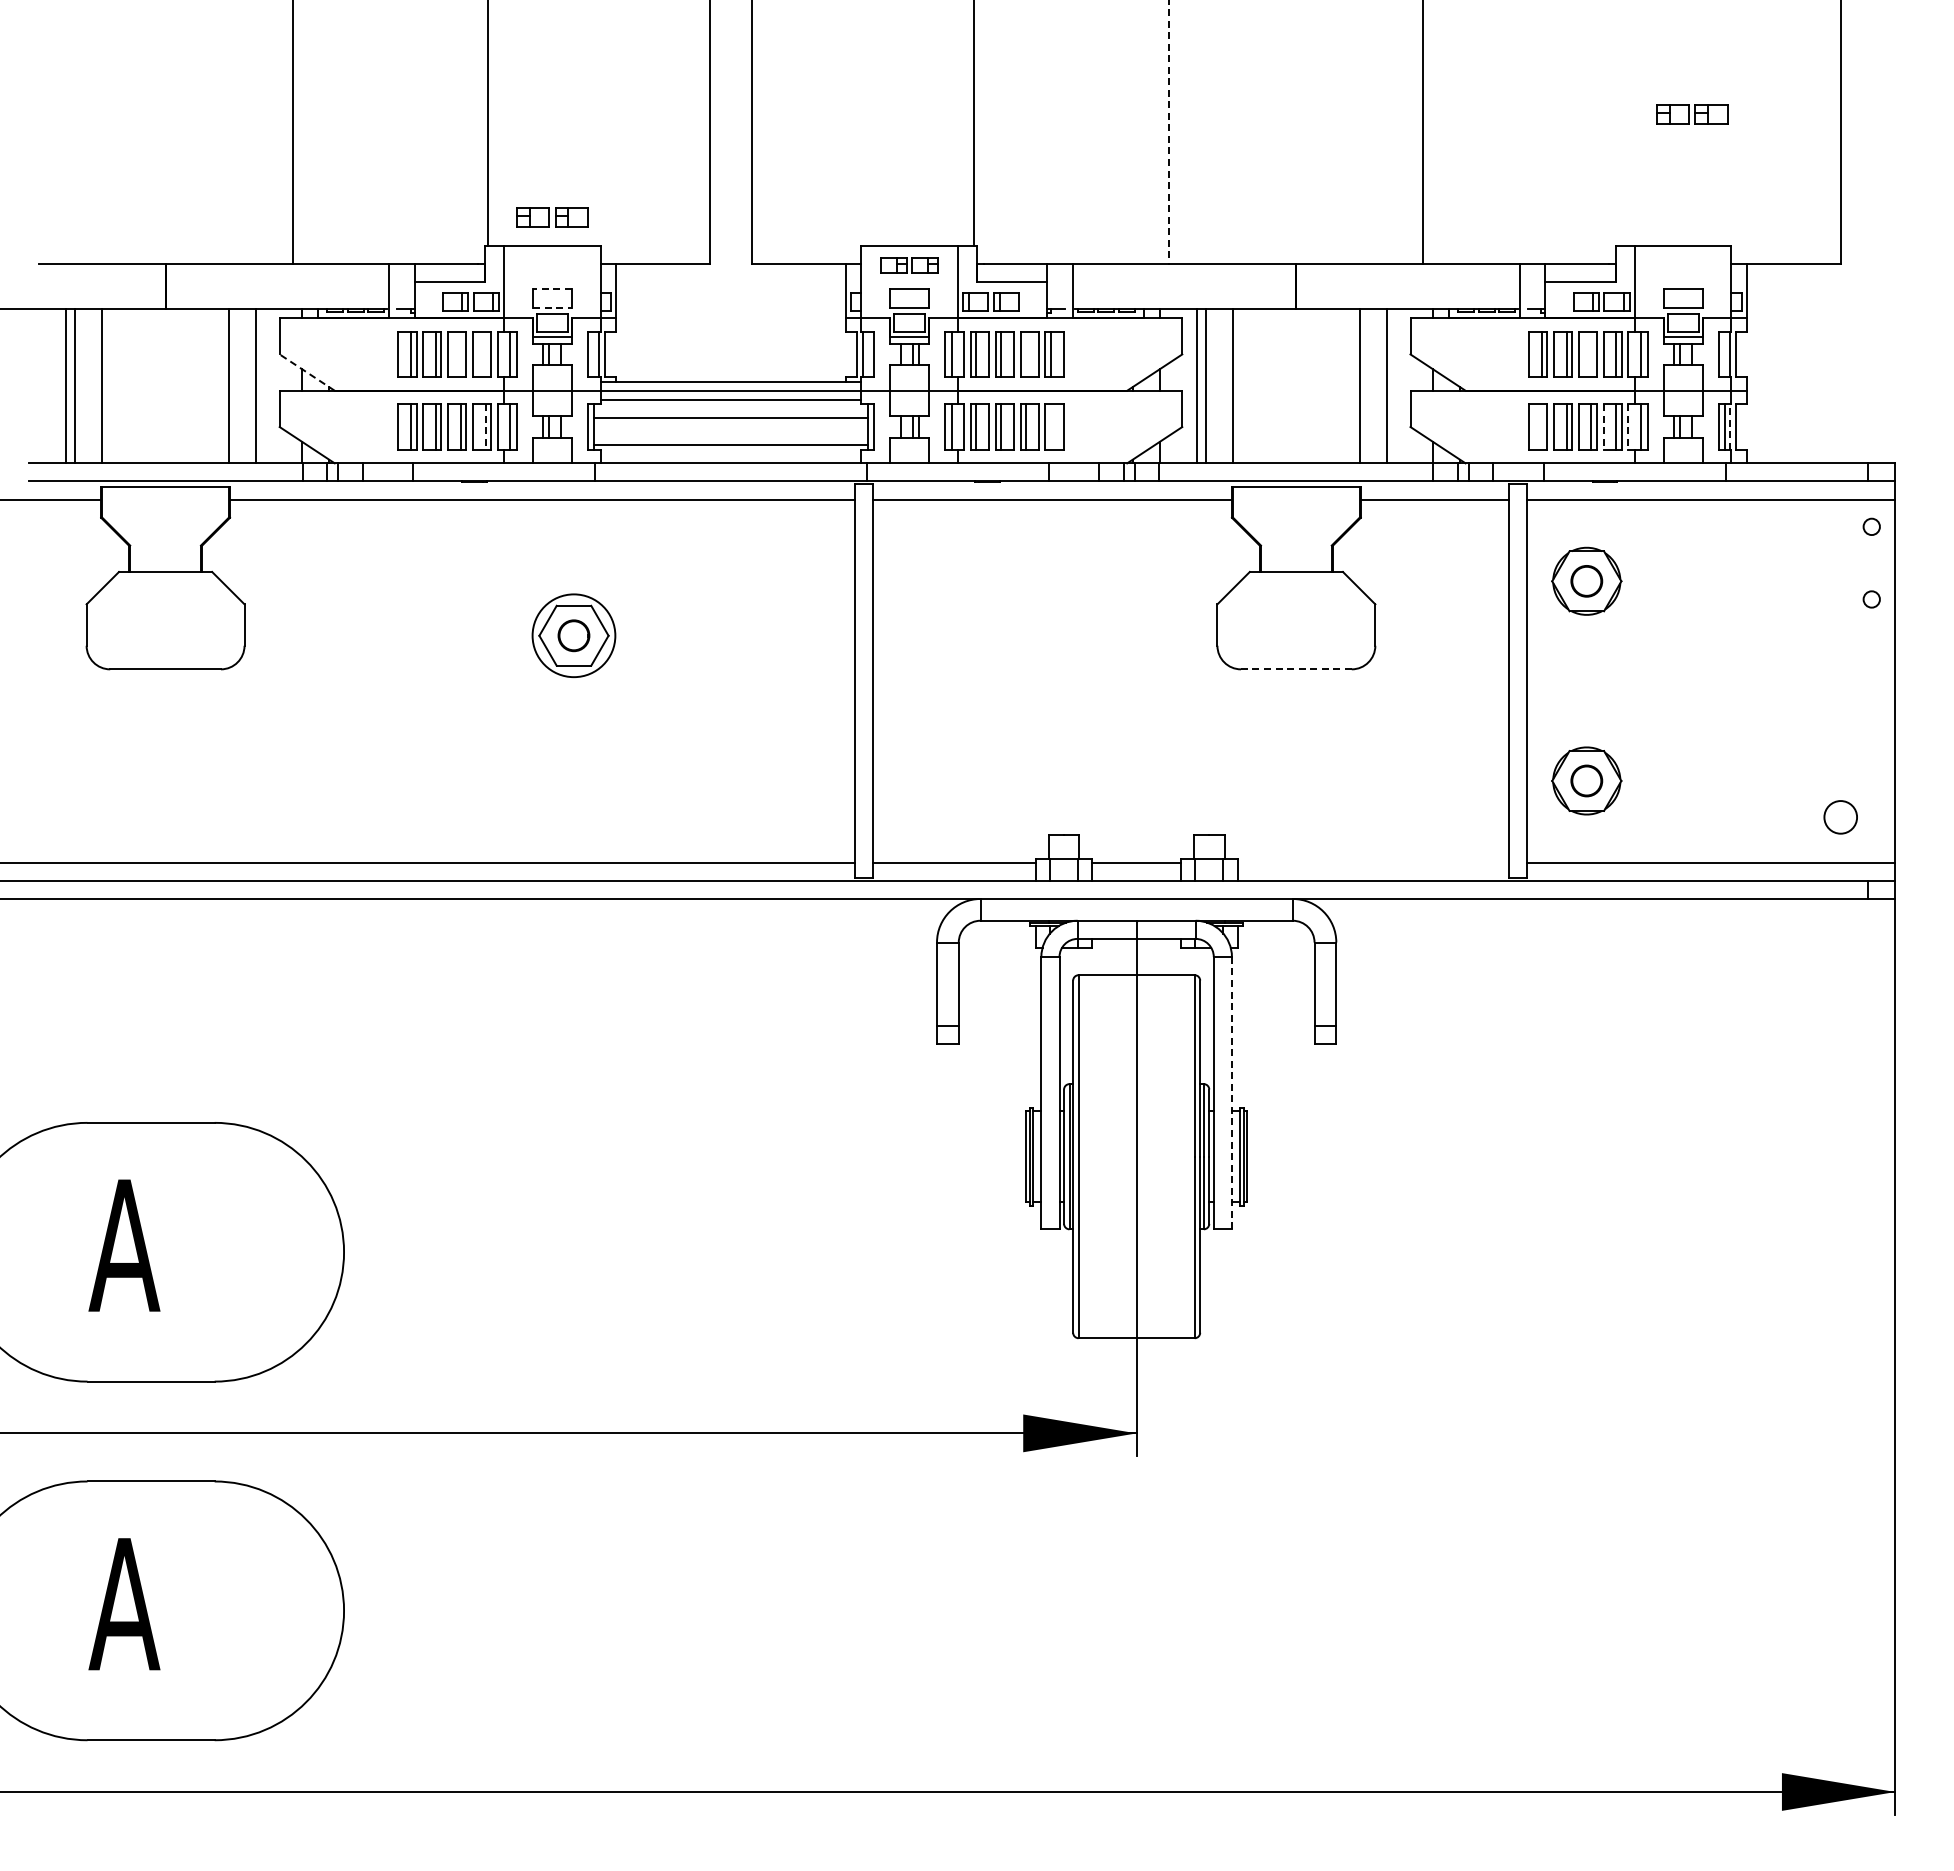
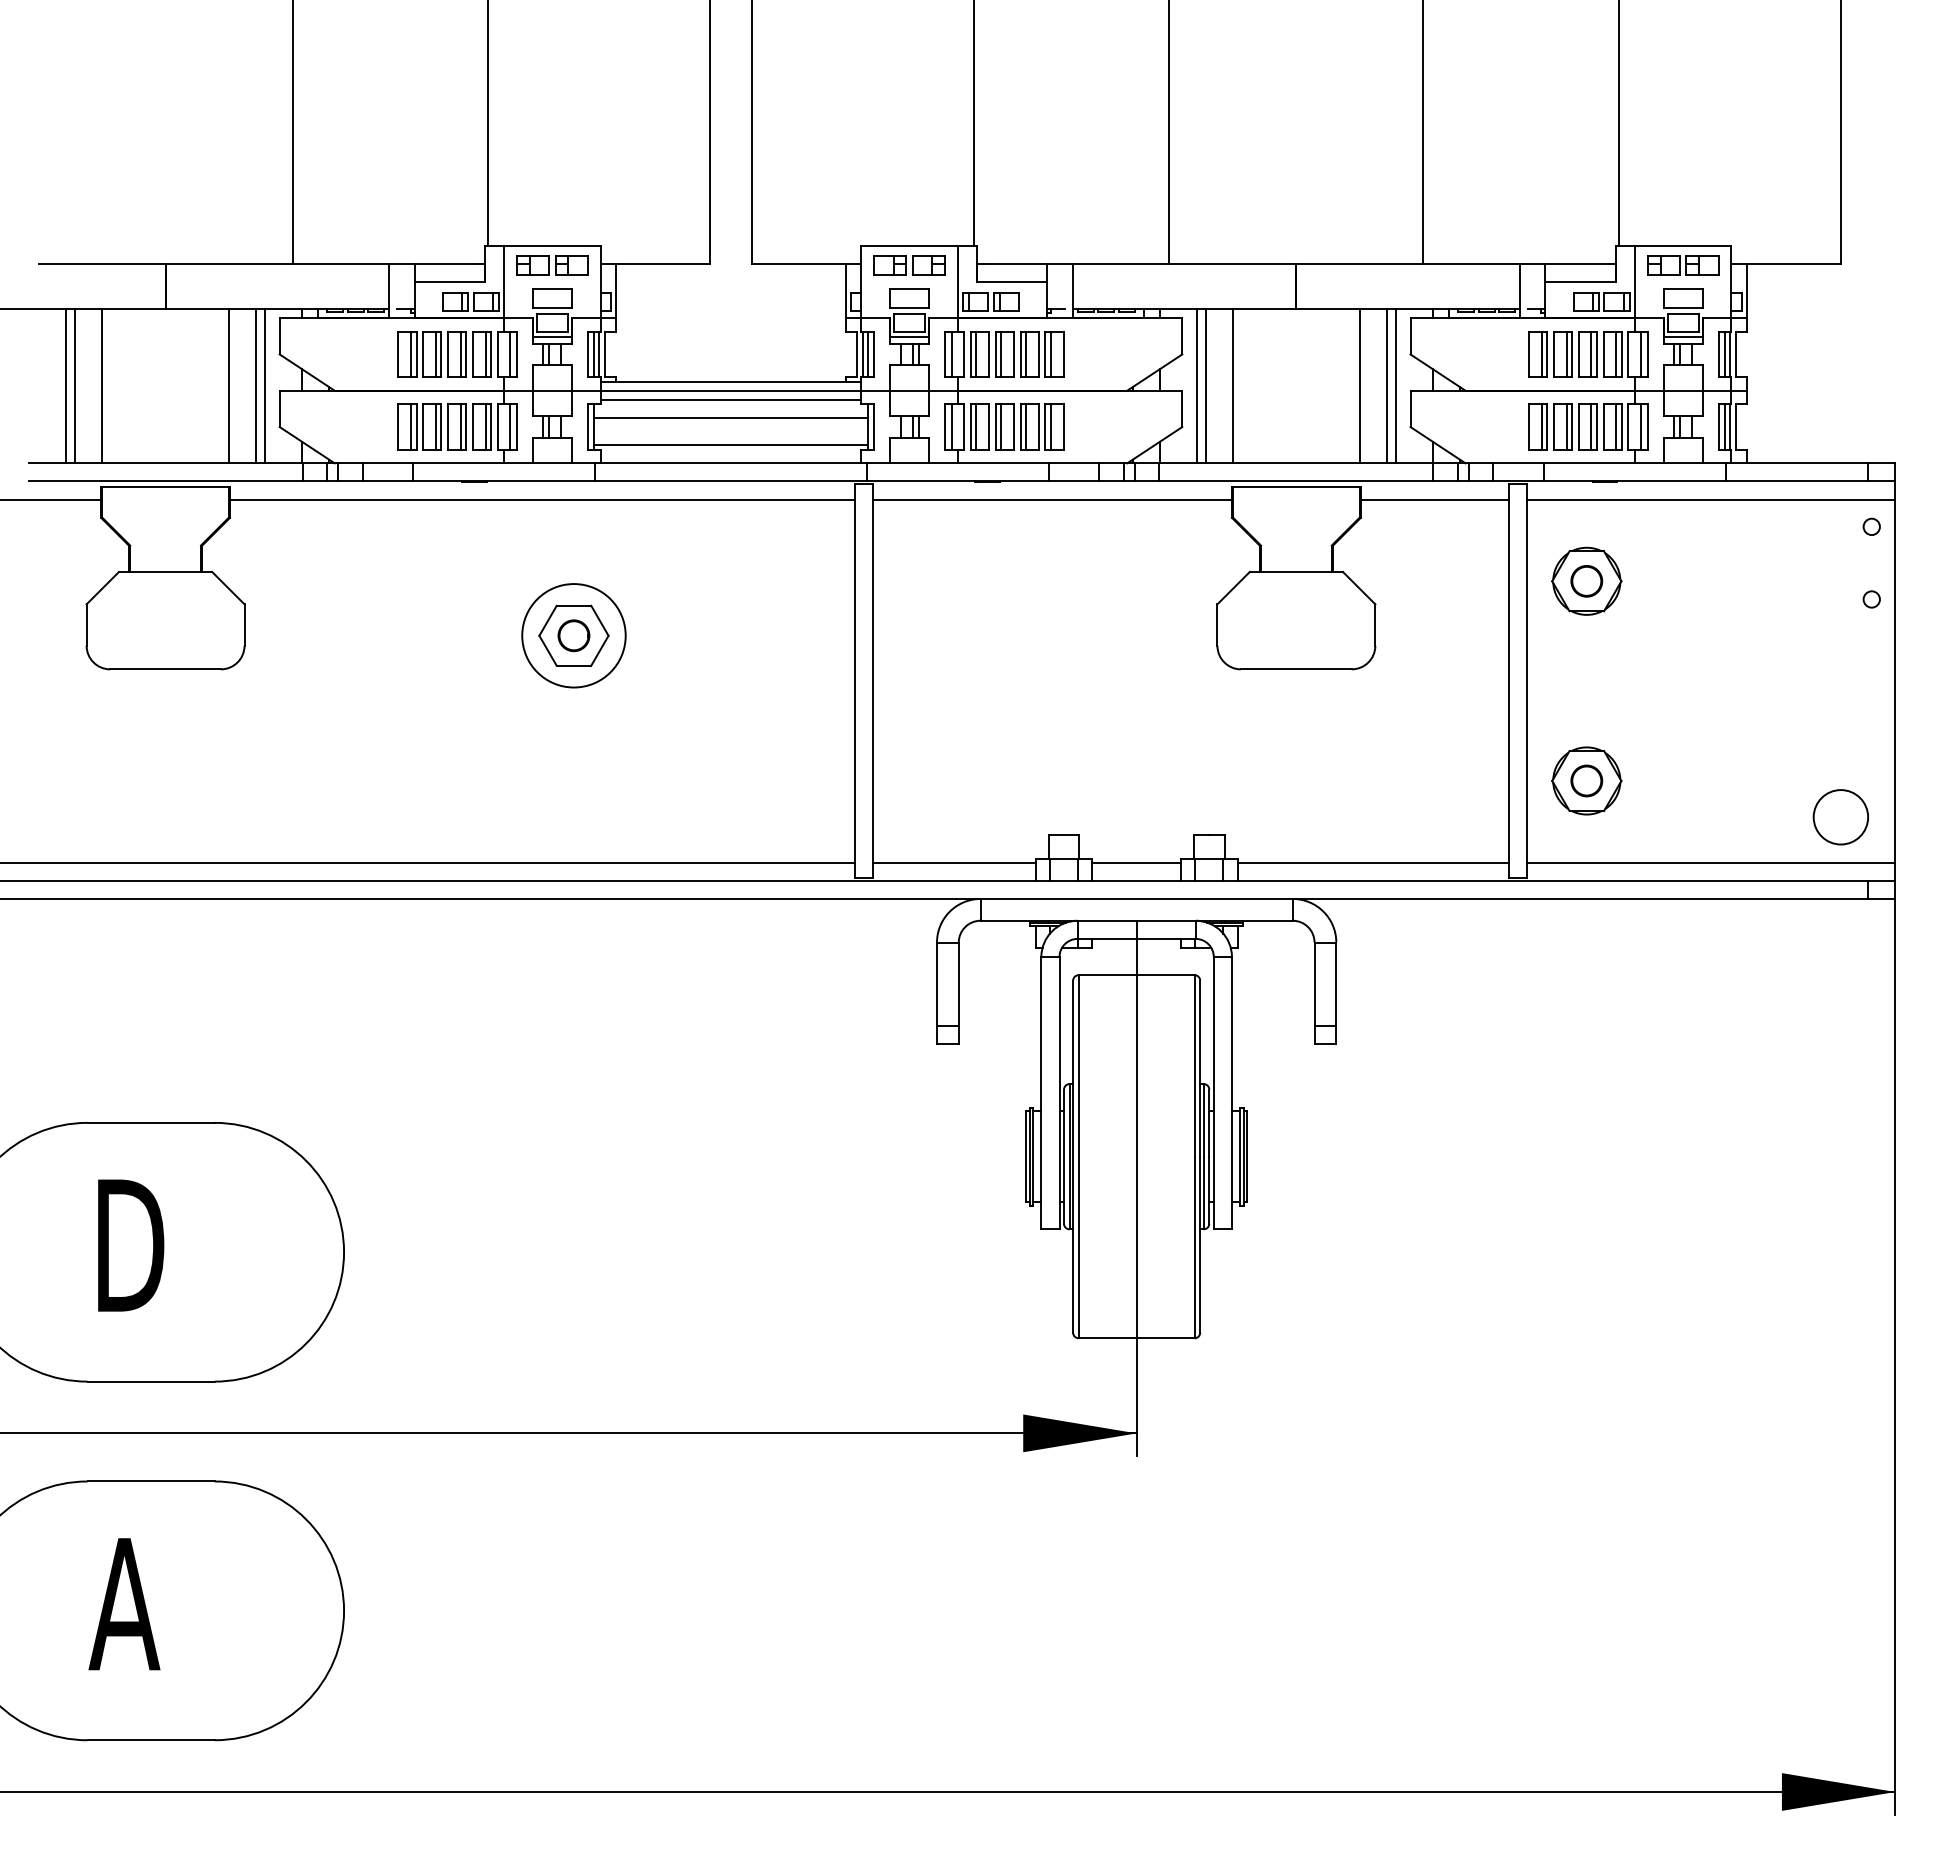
part at (1692, 114) position: (1692, 114) -> (1683, 265)
line at (1618, 123): none -> present
line at (1169, 131): dashed -> solid
part at (552, 217) position: (552, 217) -> (552, 265)
part at (909, 265) size: 59x17 px -> 73x21 px
line at (551, 289): dashed -> solid
line at (552, 308): dashed -> solid
line at (460, 354): none -> present
line at (485, 354): none -> present
line at (593, 354): none -> present
line at (868, 354): none -> present
line at (1026, 354): none -> present
line at (1591, 354): none -> present
line at (1724, 354): none -> present
line at (307, 372): dashed -> solid
line at (265, 386): none -> present
line at (1396, 386): none -> present
line at (1051, 426): none -> present
line at (1541, 426): none -> present
line at (485, 427): dashed -> solid
line at (1603, 427): dashed -> solid
line at (1628, 427): dashed -> solid
line at (1729, 427): dashed -> solid
circle at (573, 635) diameter: 83 px -> 103 px
line at (1295, 669): dashed -> solid
circle at (1840, 817) size: 35x35 px -> 57x57 px
line at (1372, 862): none -> present
line at (1231, 1092): dashed -> solid
text at (126, 1245): A -> D
